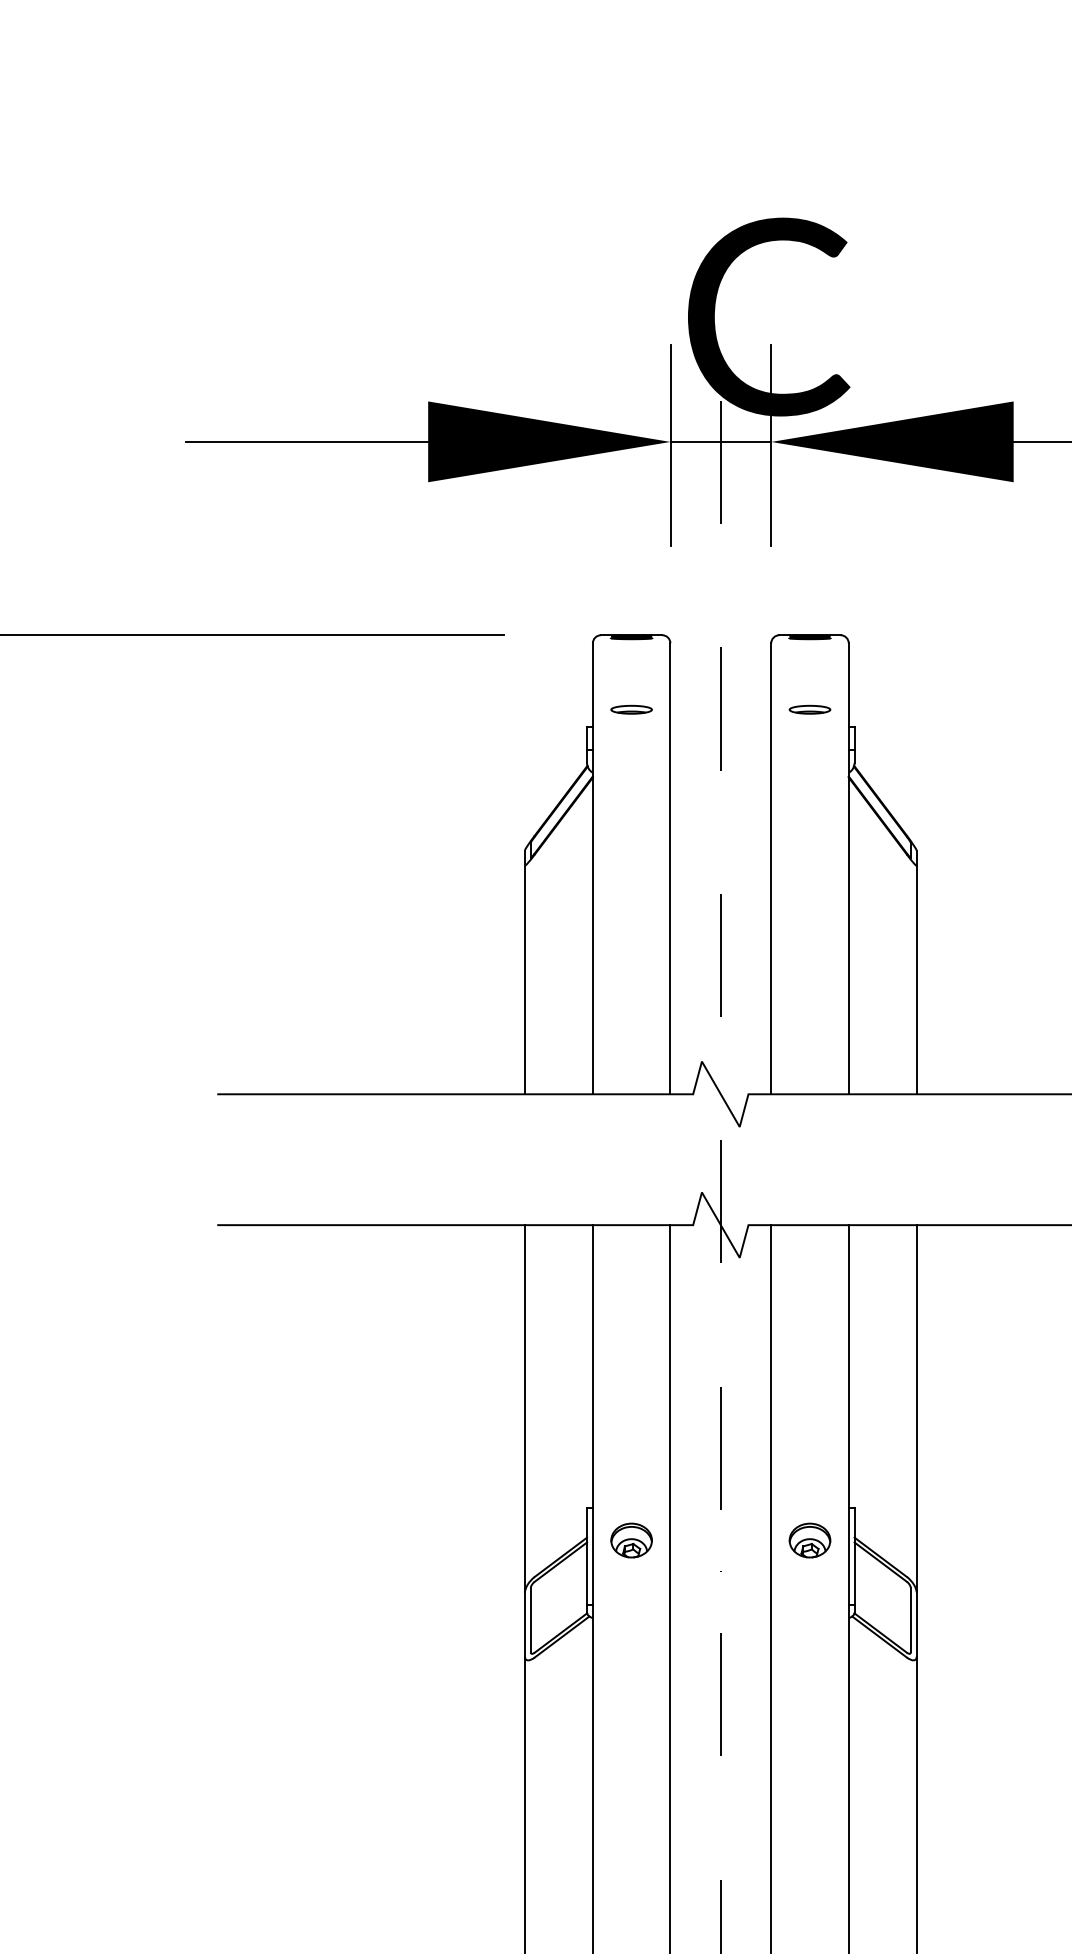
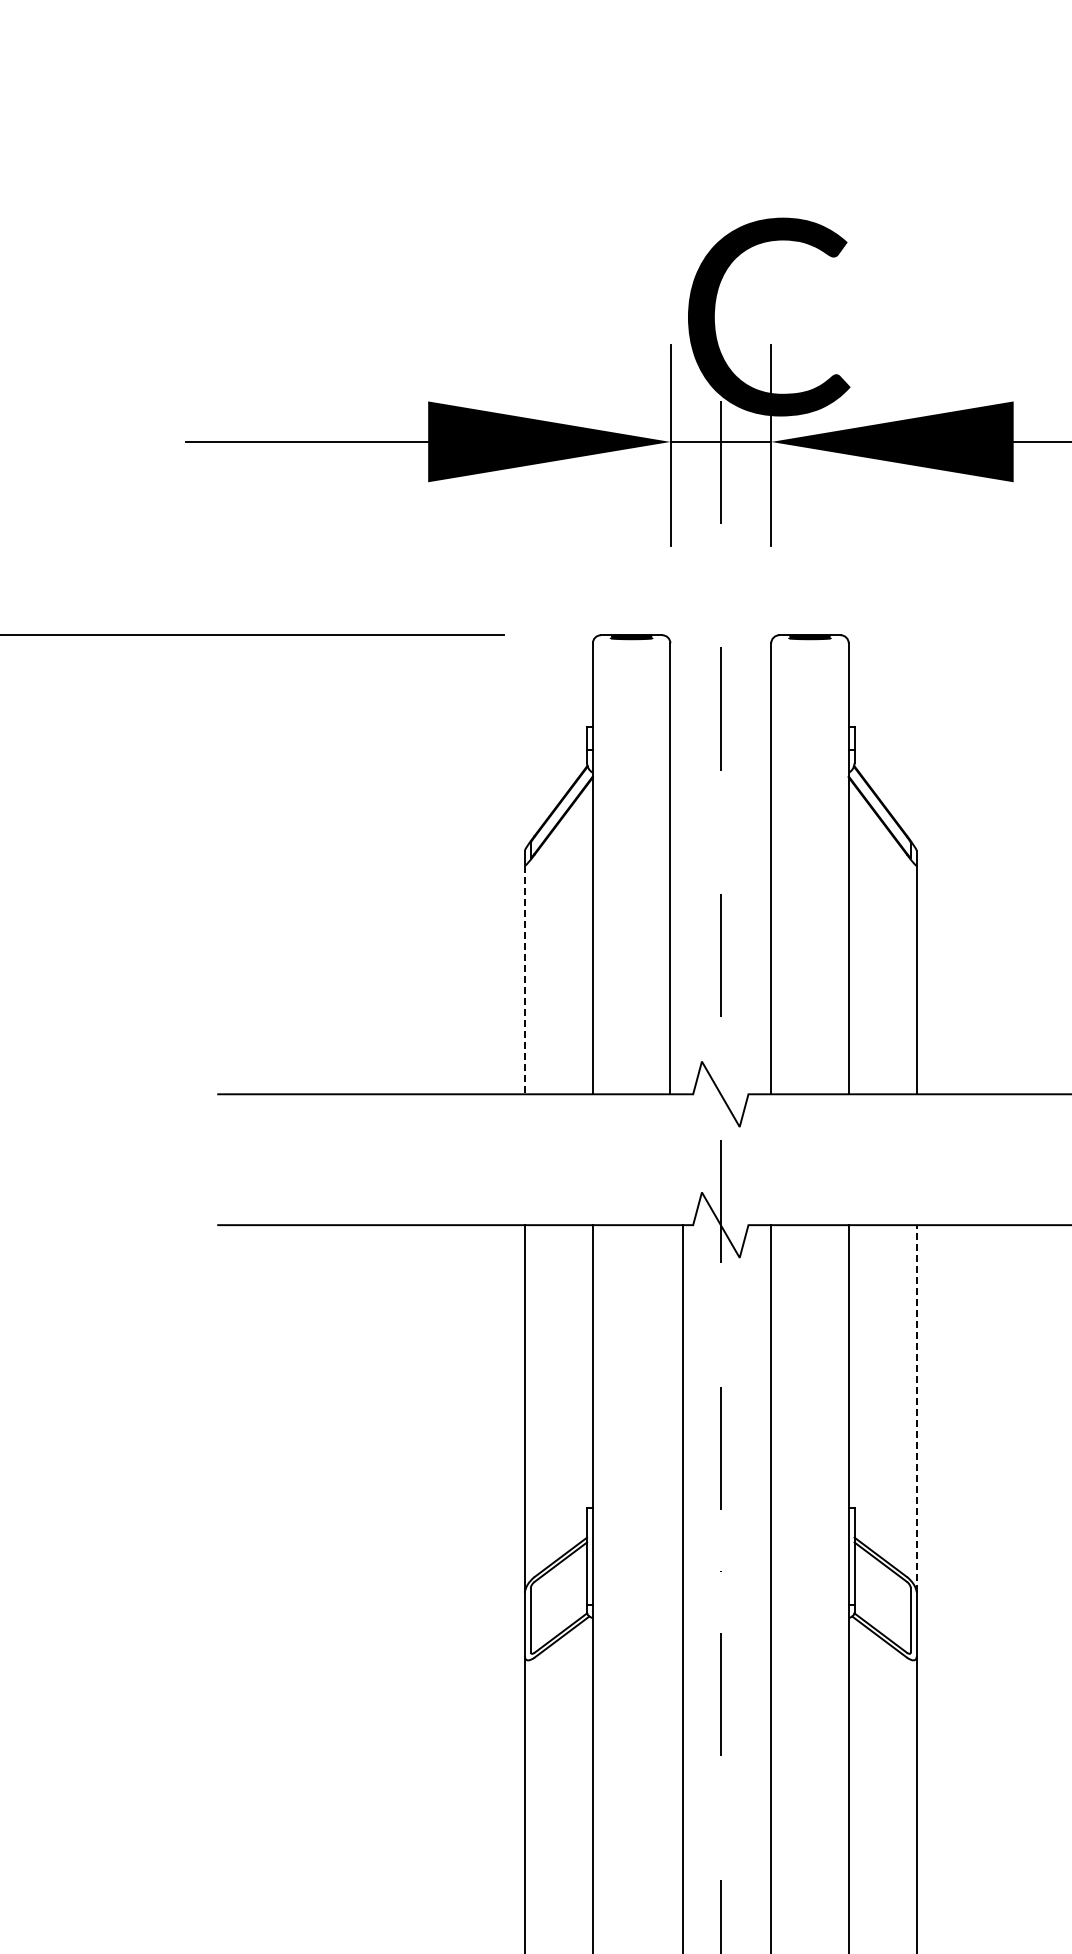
part at (631, 709): present -> none
part at (809, 709): present -> none
line at (525, 980): solid -> dashed
line at (916, 1408): solid -> dashed
part at (631, 1540): present -> none
part at (809, 1540): present -> none
line at (670, 1587) position: (670, 1587) -> (683, 1587)
